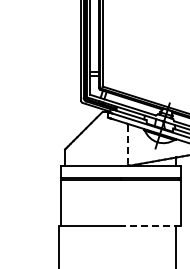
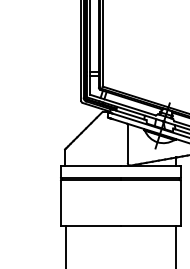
line at (127, 144): dashed -> solid
line at (150, 226): dashed -> solid
line at (58, 245) position: (58, 245) -> (65, 245)
